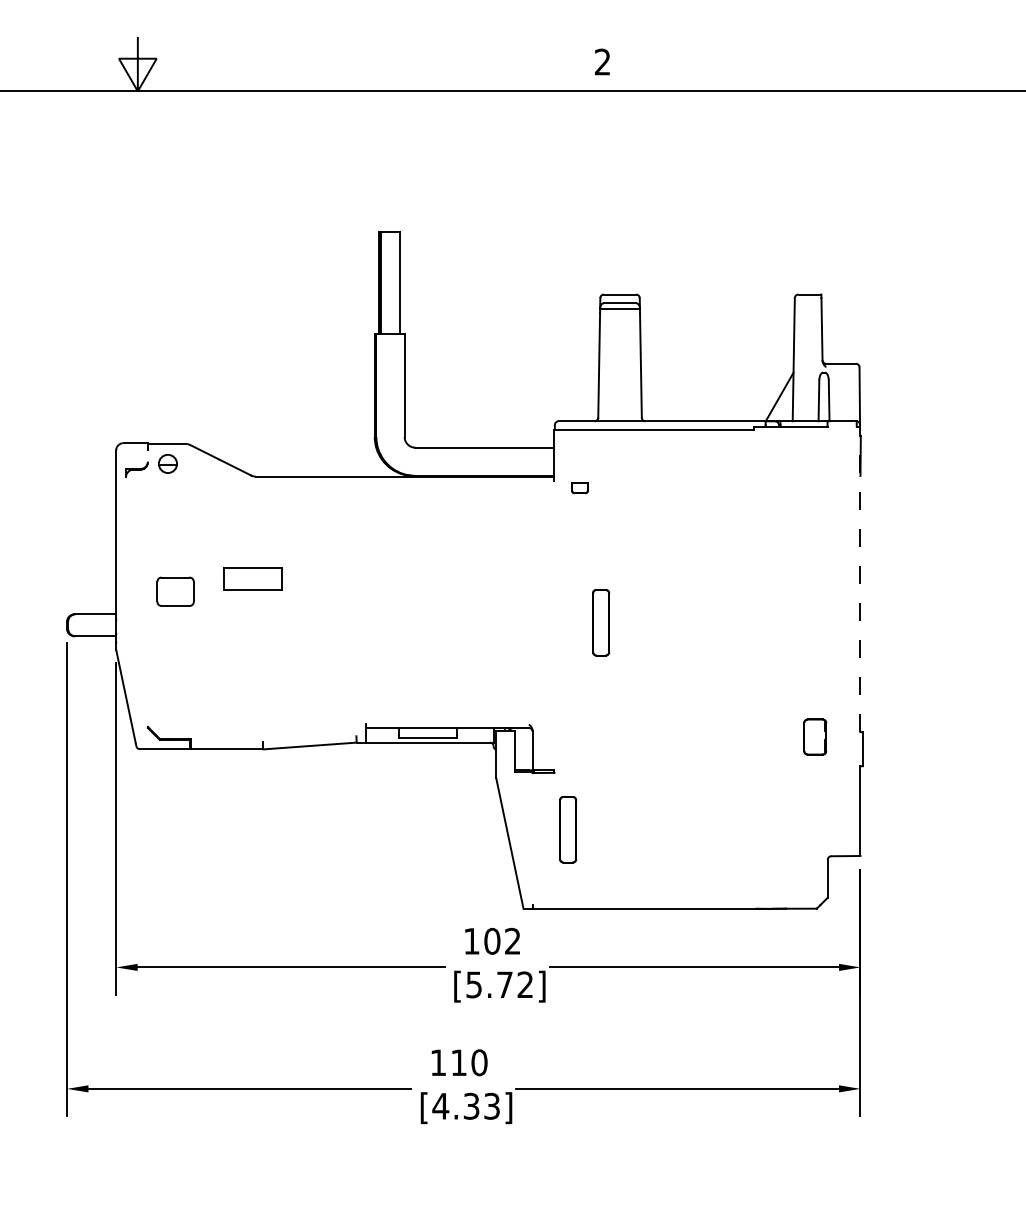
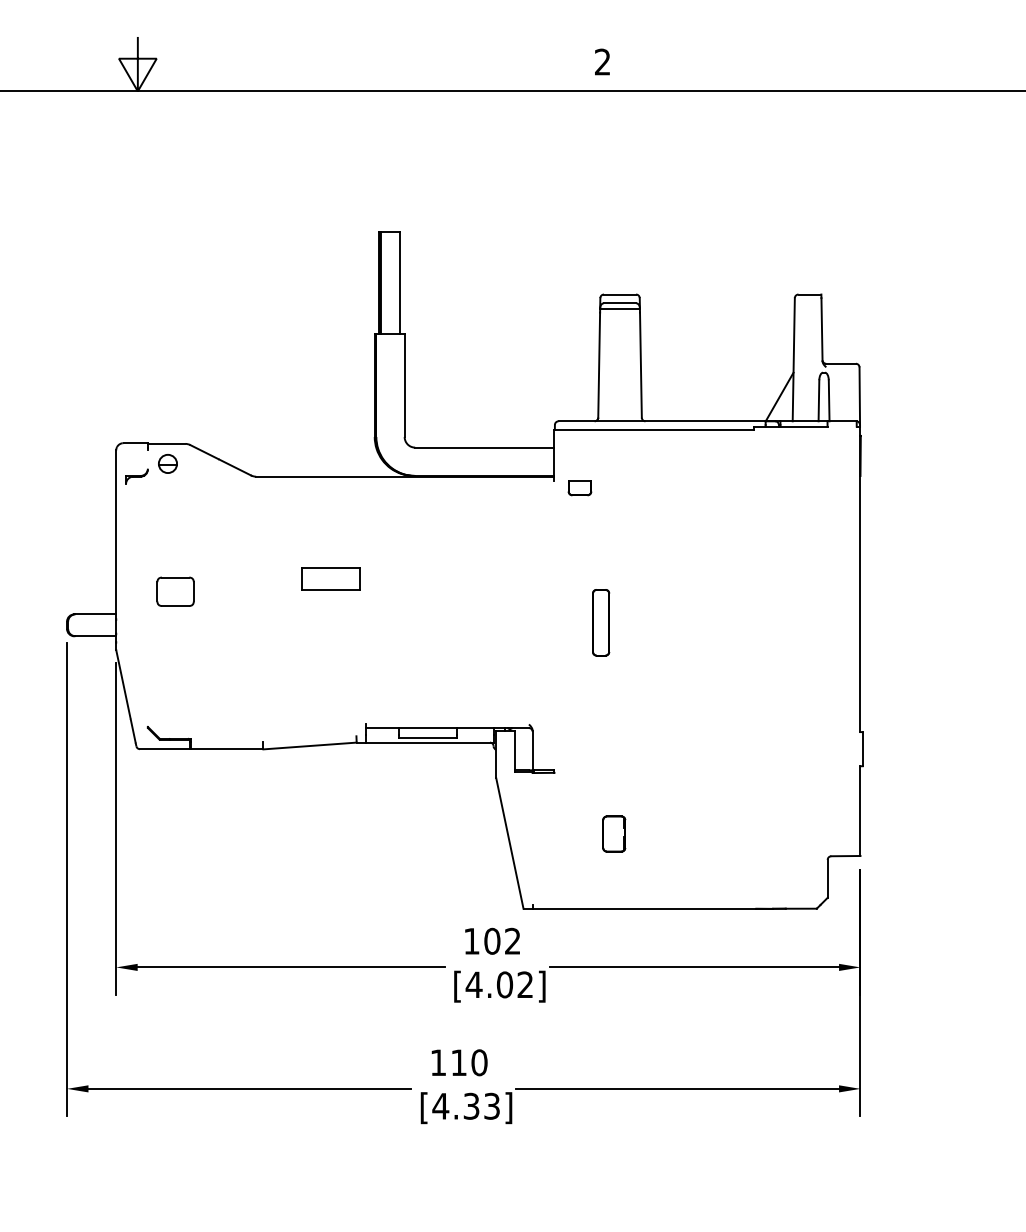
part at (136, 469) position: (136, 469) -> (136, 476)
part at (579, 488) size: 18x13 px -> 26x17 px
part at (252, 578) position: (252, 578) -> (330, 578)
line at (860, 579): dashed -> solid
part at (815, 736) position: (815, 736) -> (614, 833)
part at (568, 829): present -> none
text at (489, 984): [5.72] -> [4.02]
